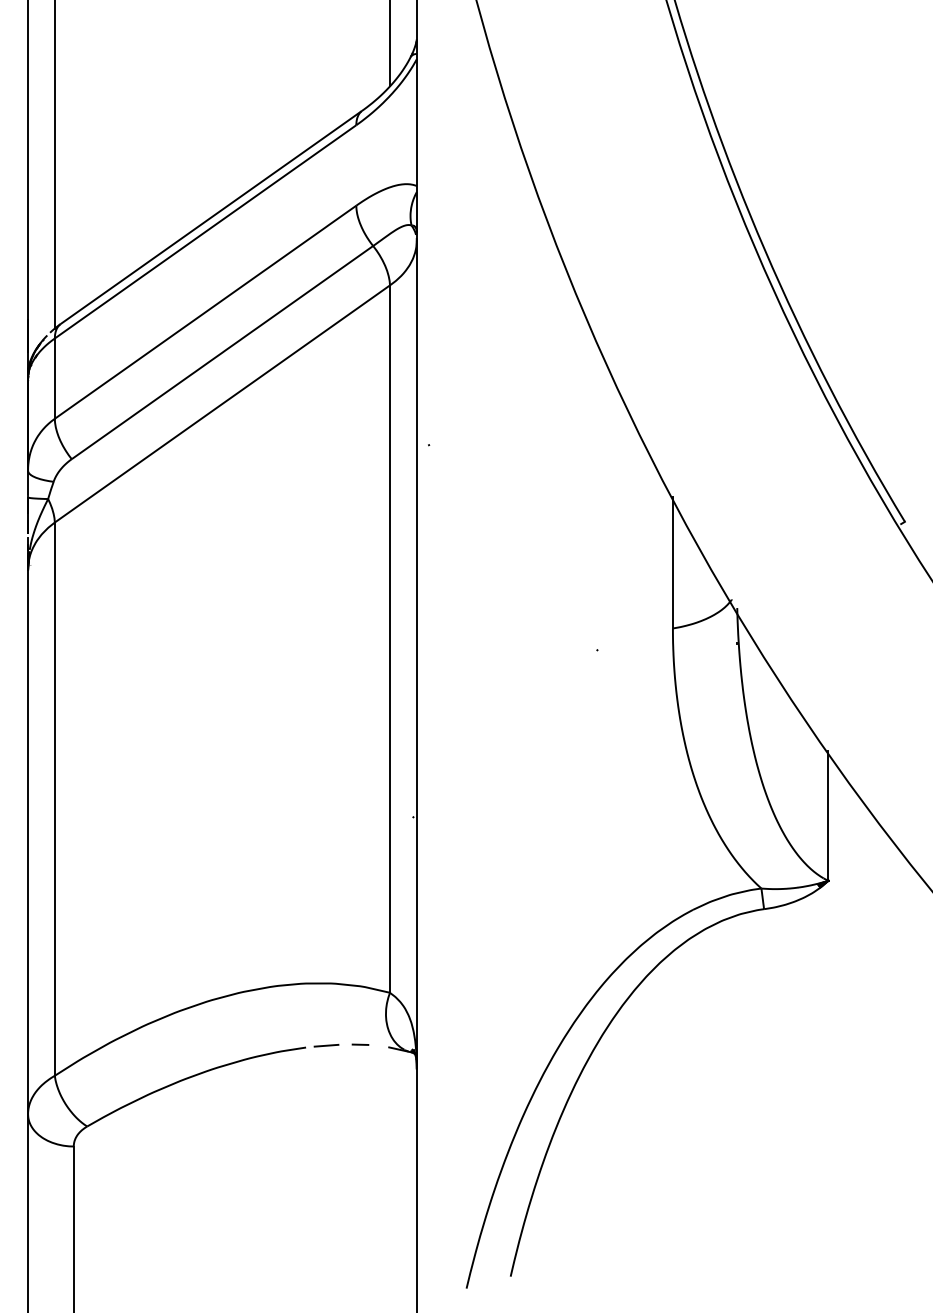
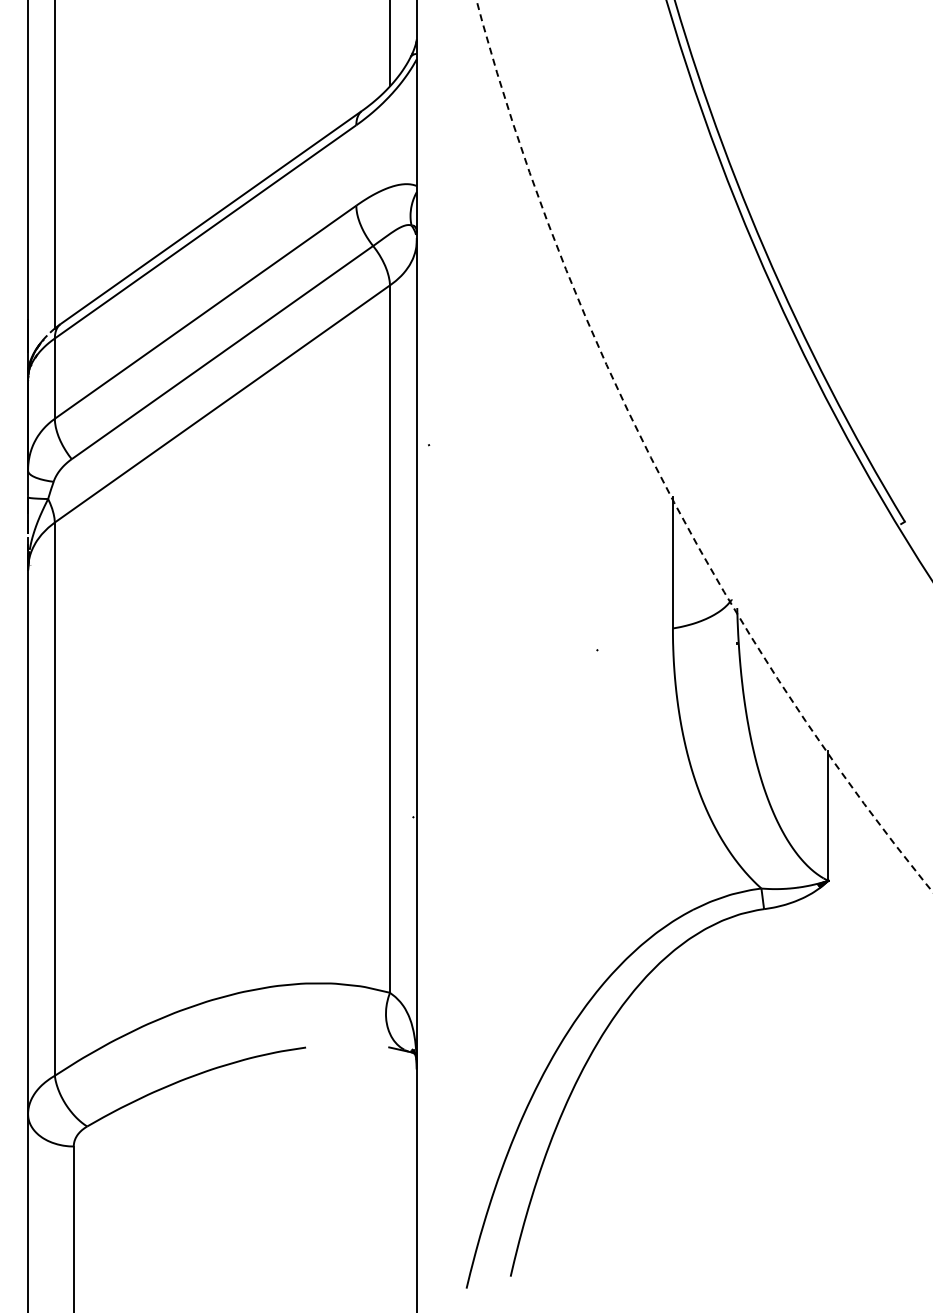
arc at (657, 471): solid -> dashed
line at (360, 1044): present -> none
line at (326, 1045): present -> none
